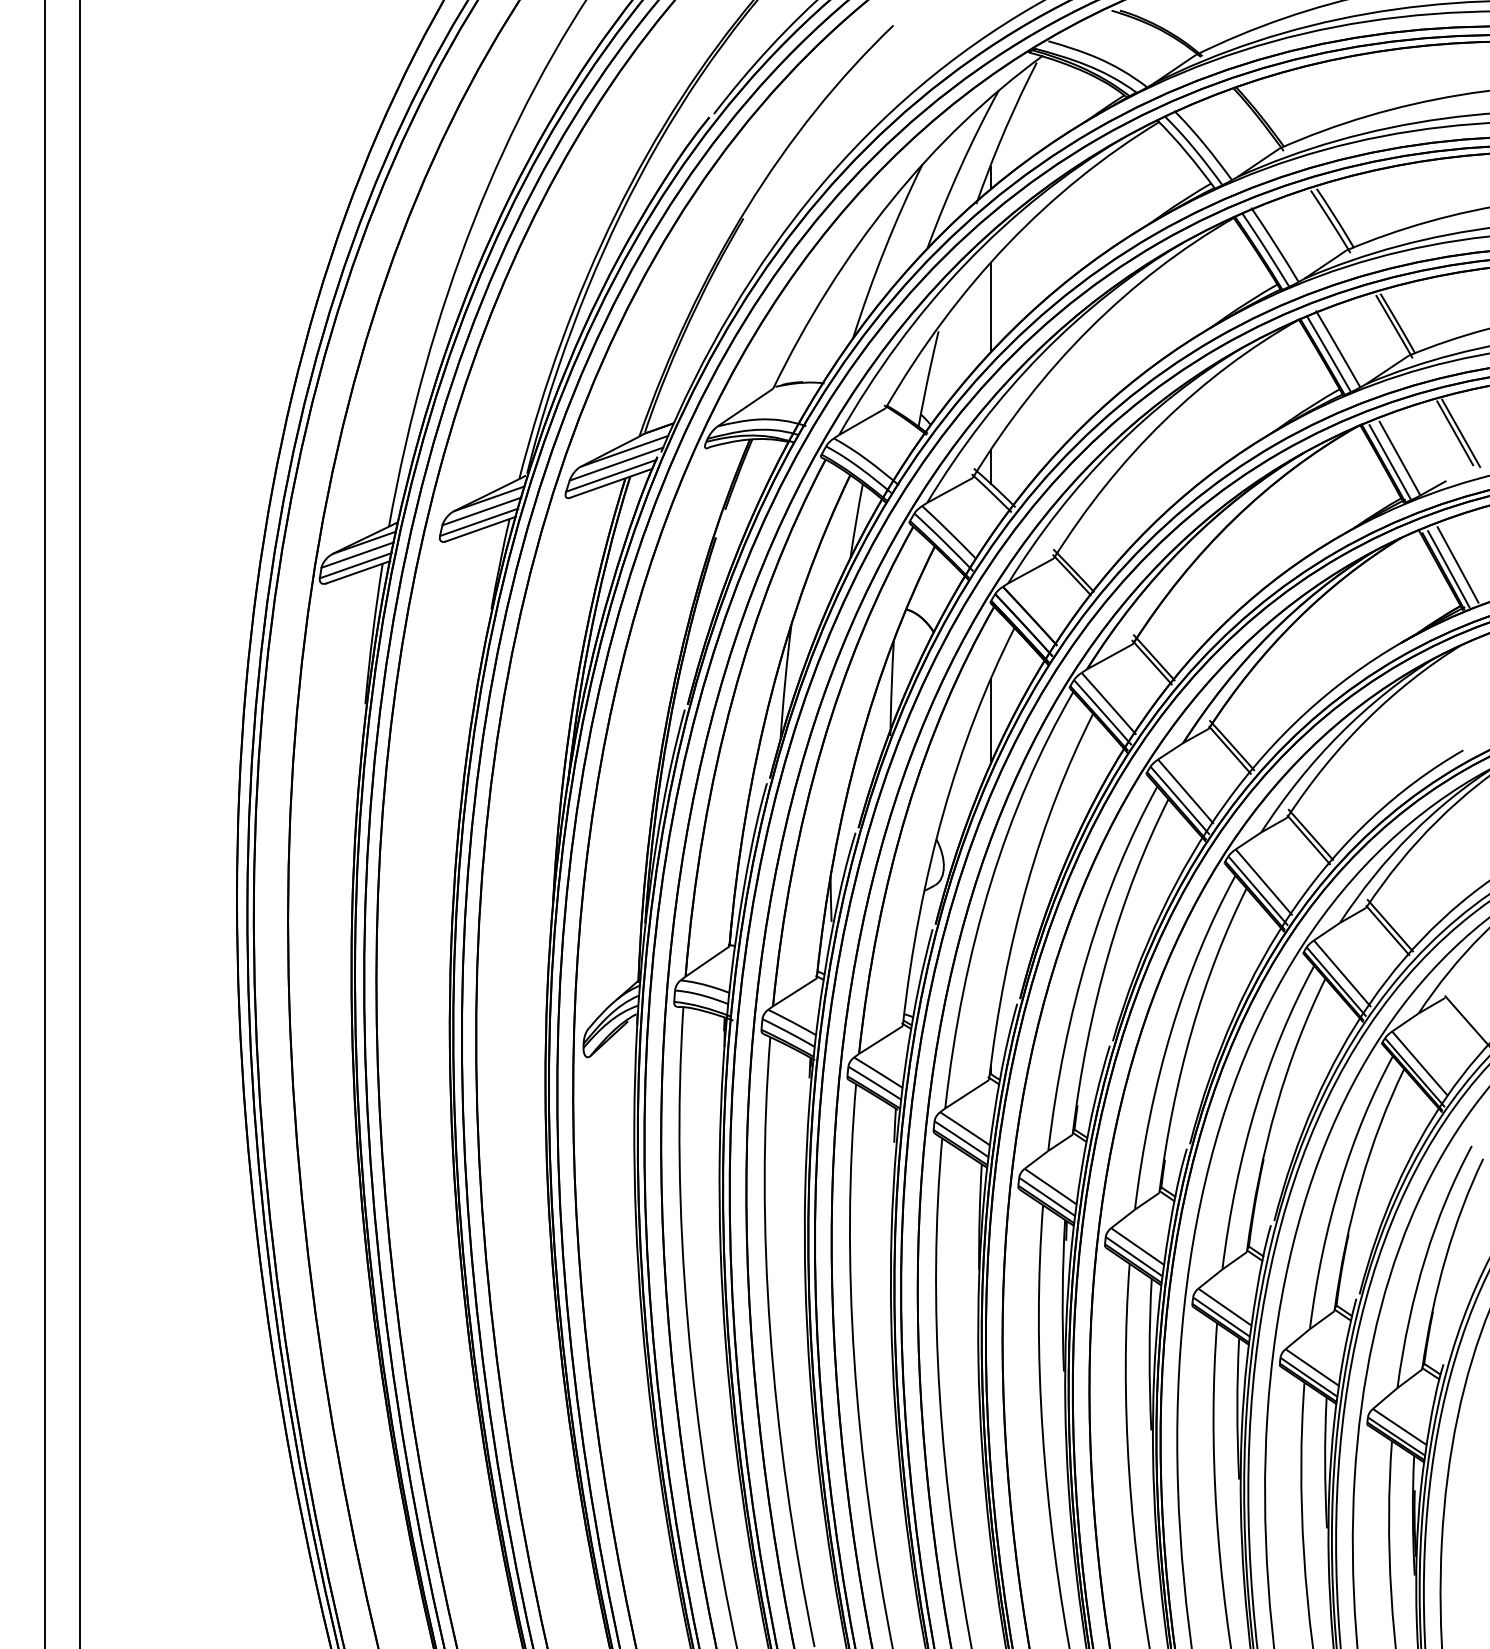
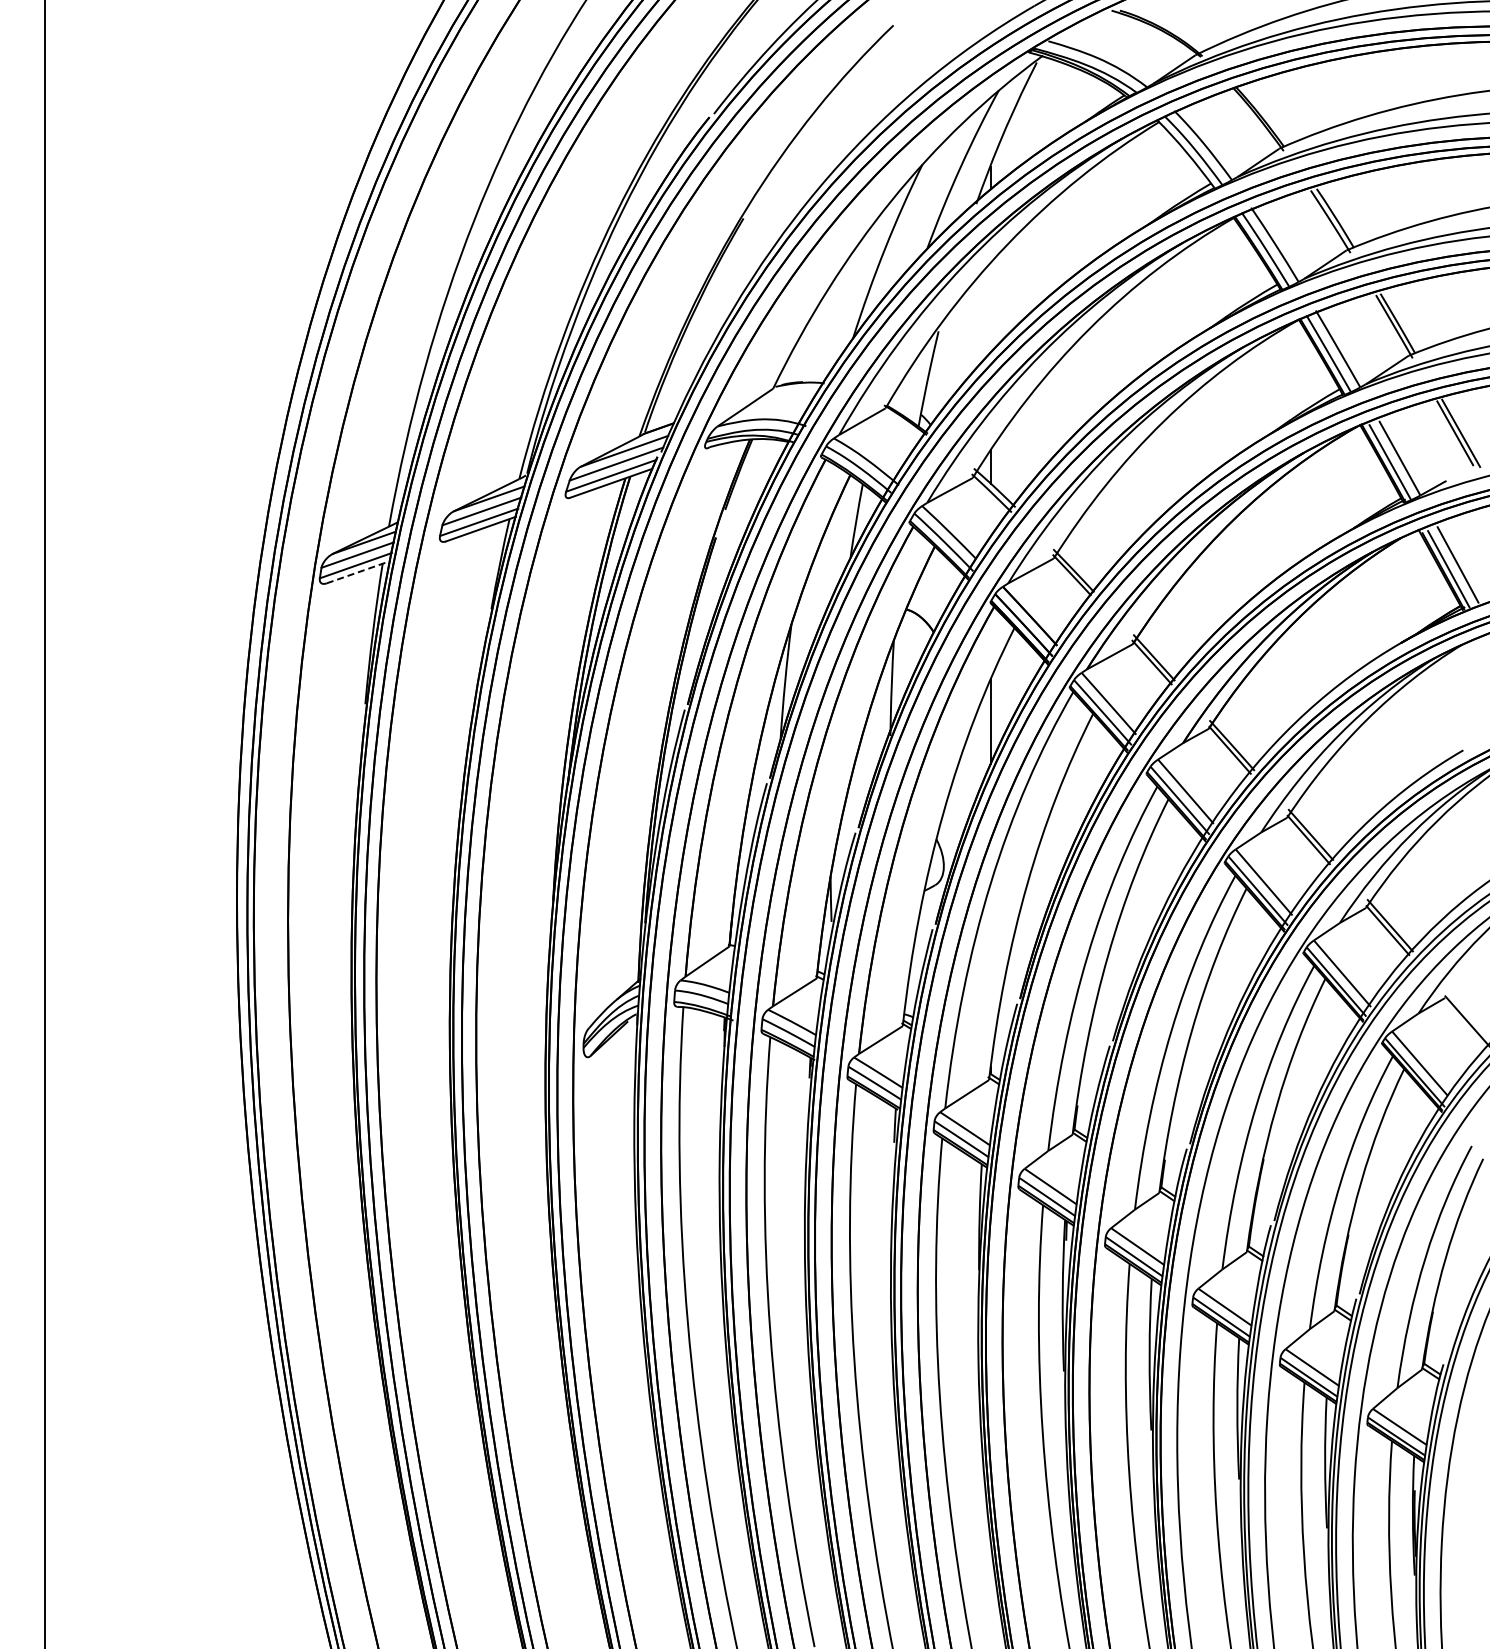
line at (990, 307): present -> none
line at (358, 572): solid -> dashed
line at (79, 823): present -> none
